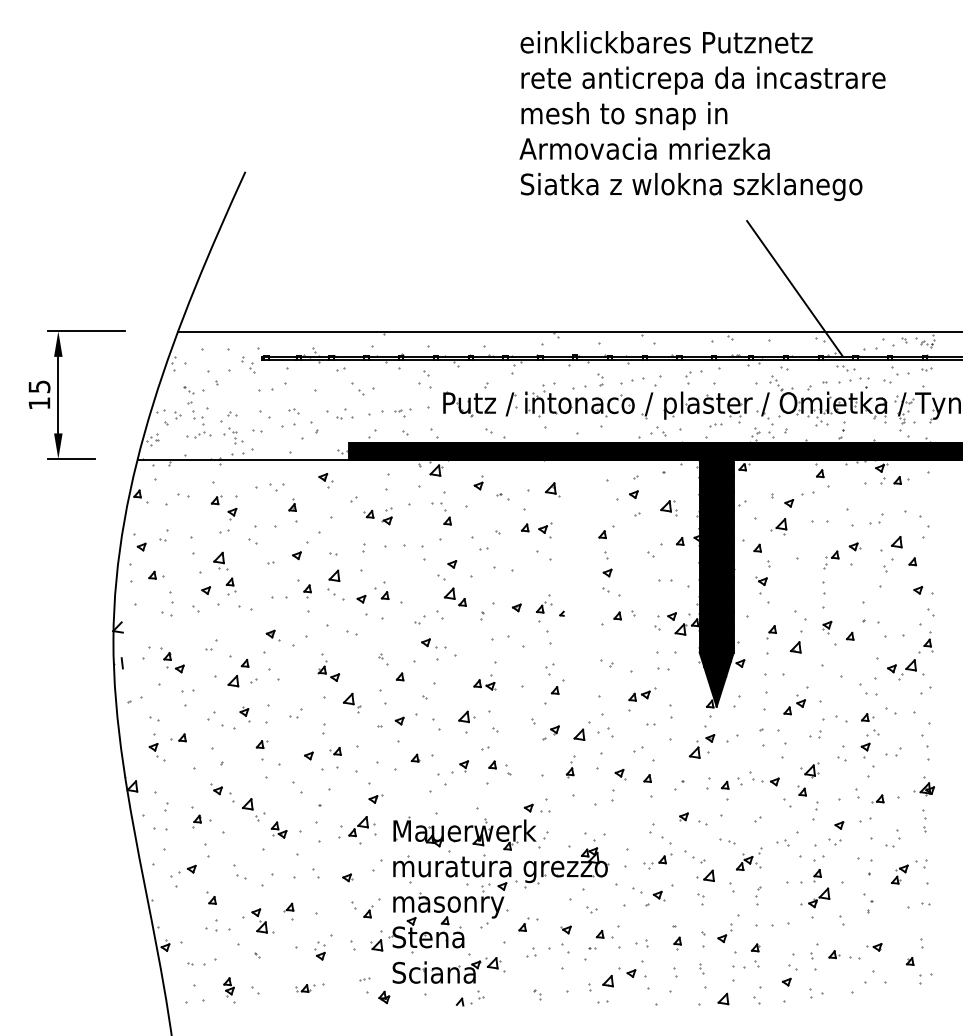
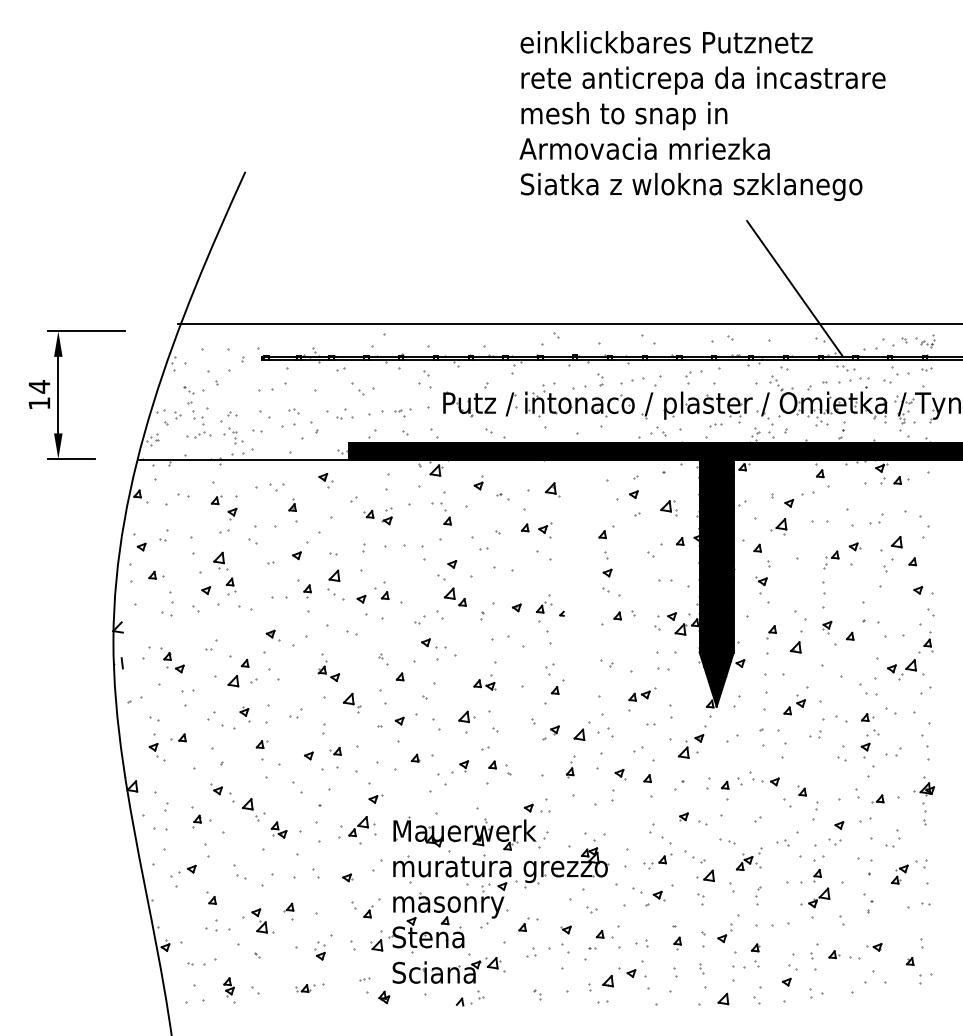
line at (568, 332) position: (568, 332) -> (568, 324)
part at (252, 367): present -> none
text at (39, 386): 15 -> 14
part at (701, 746) position: (701, 746) -> (690, 746)
part at (809, 770): present -> none
part at (924, 820) position: (924, 820) -> (924, 813)
